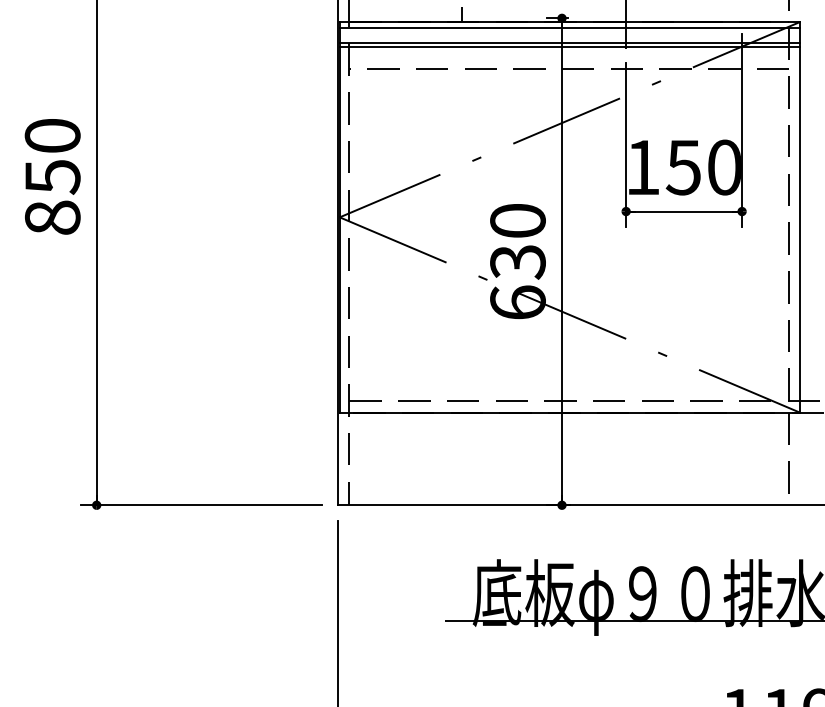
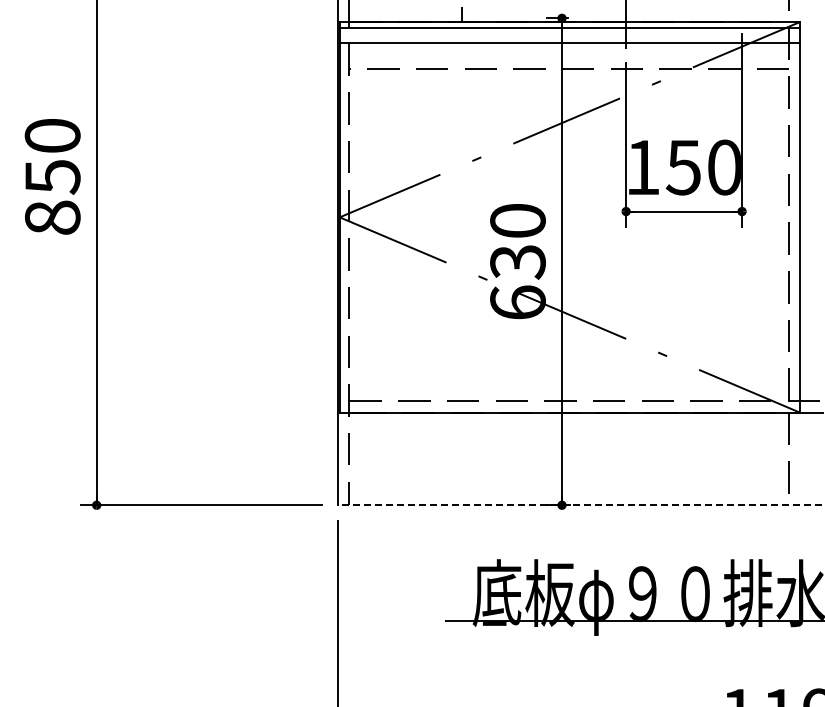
line at (569, 46): present -> none
line at (580, 505): solid -> dashed
